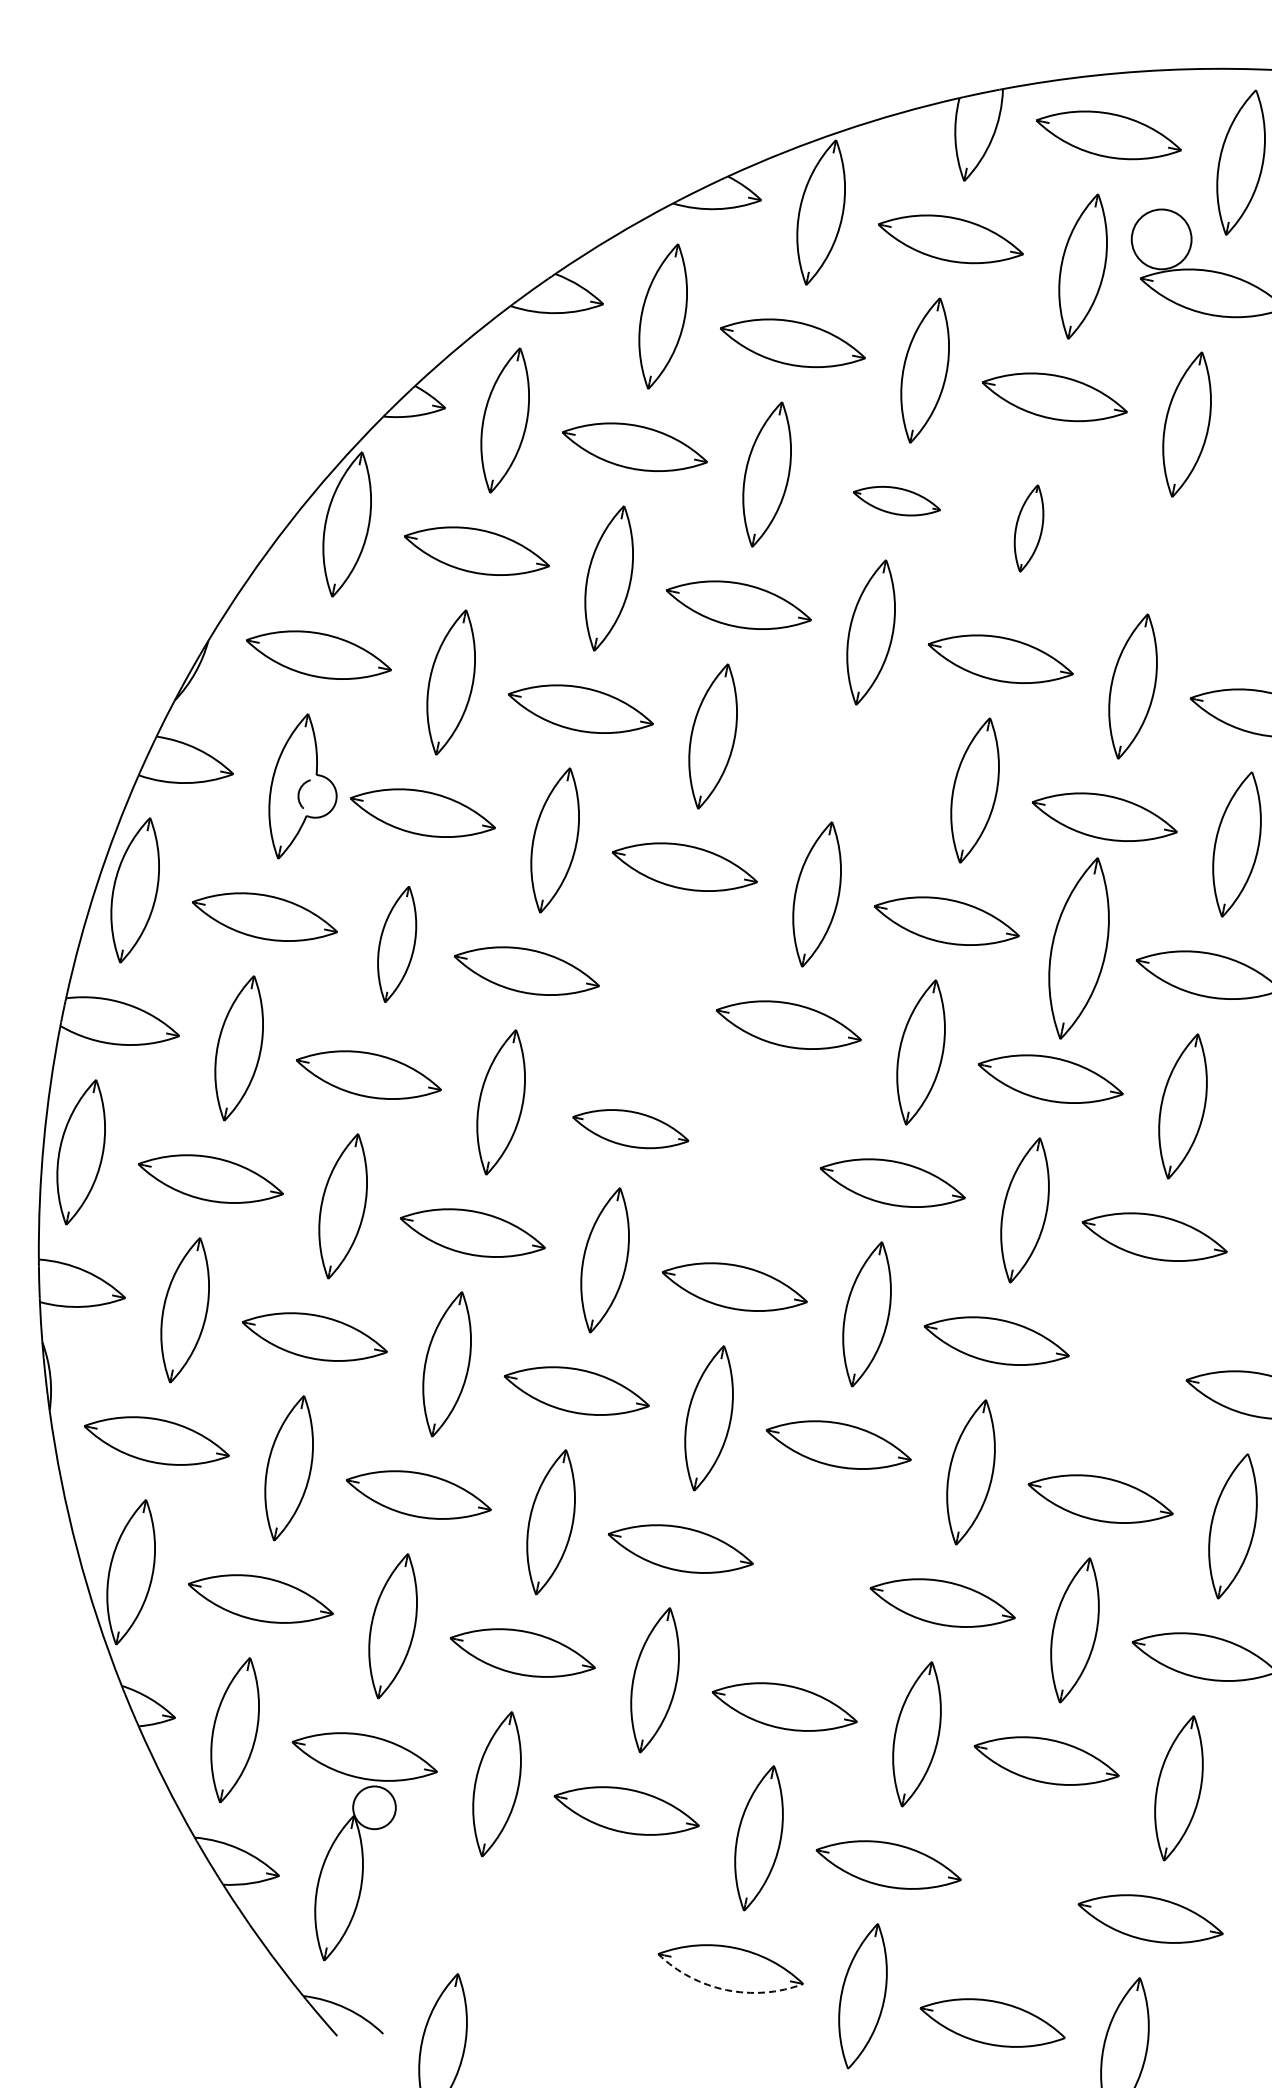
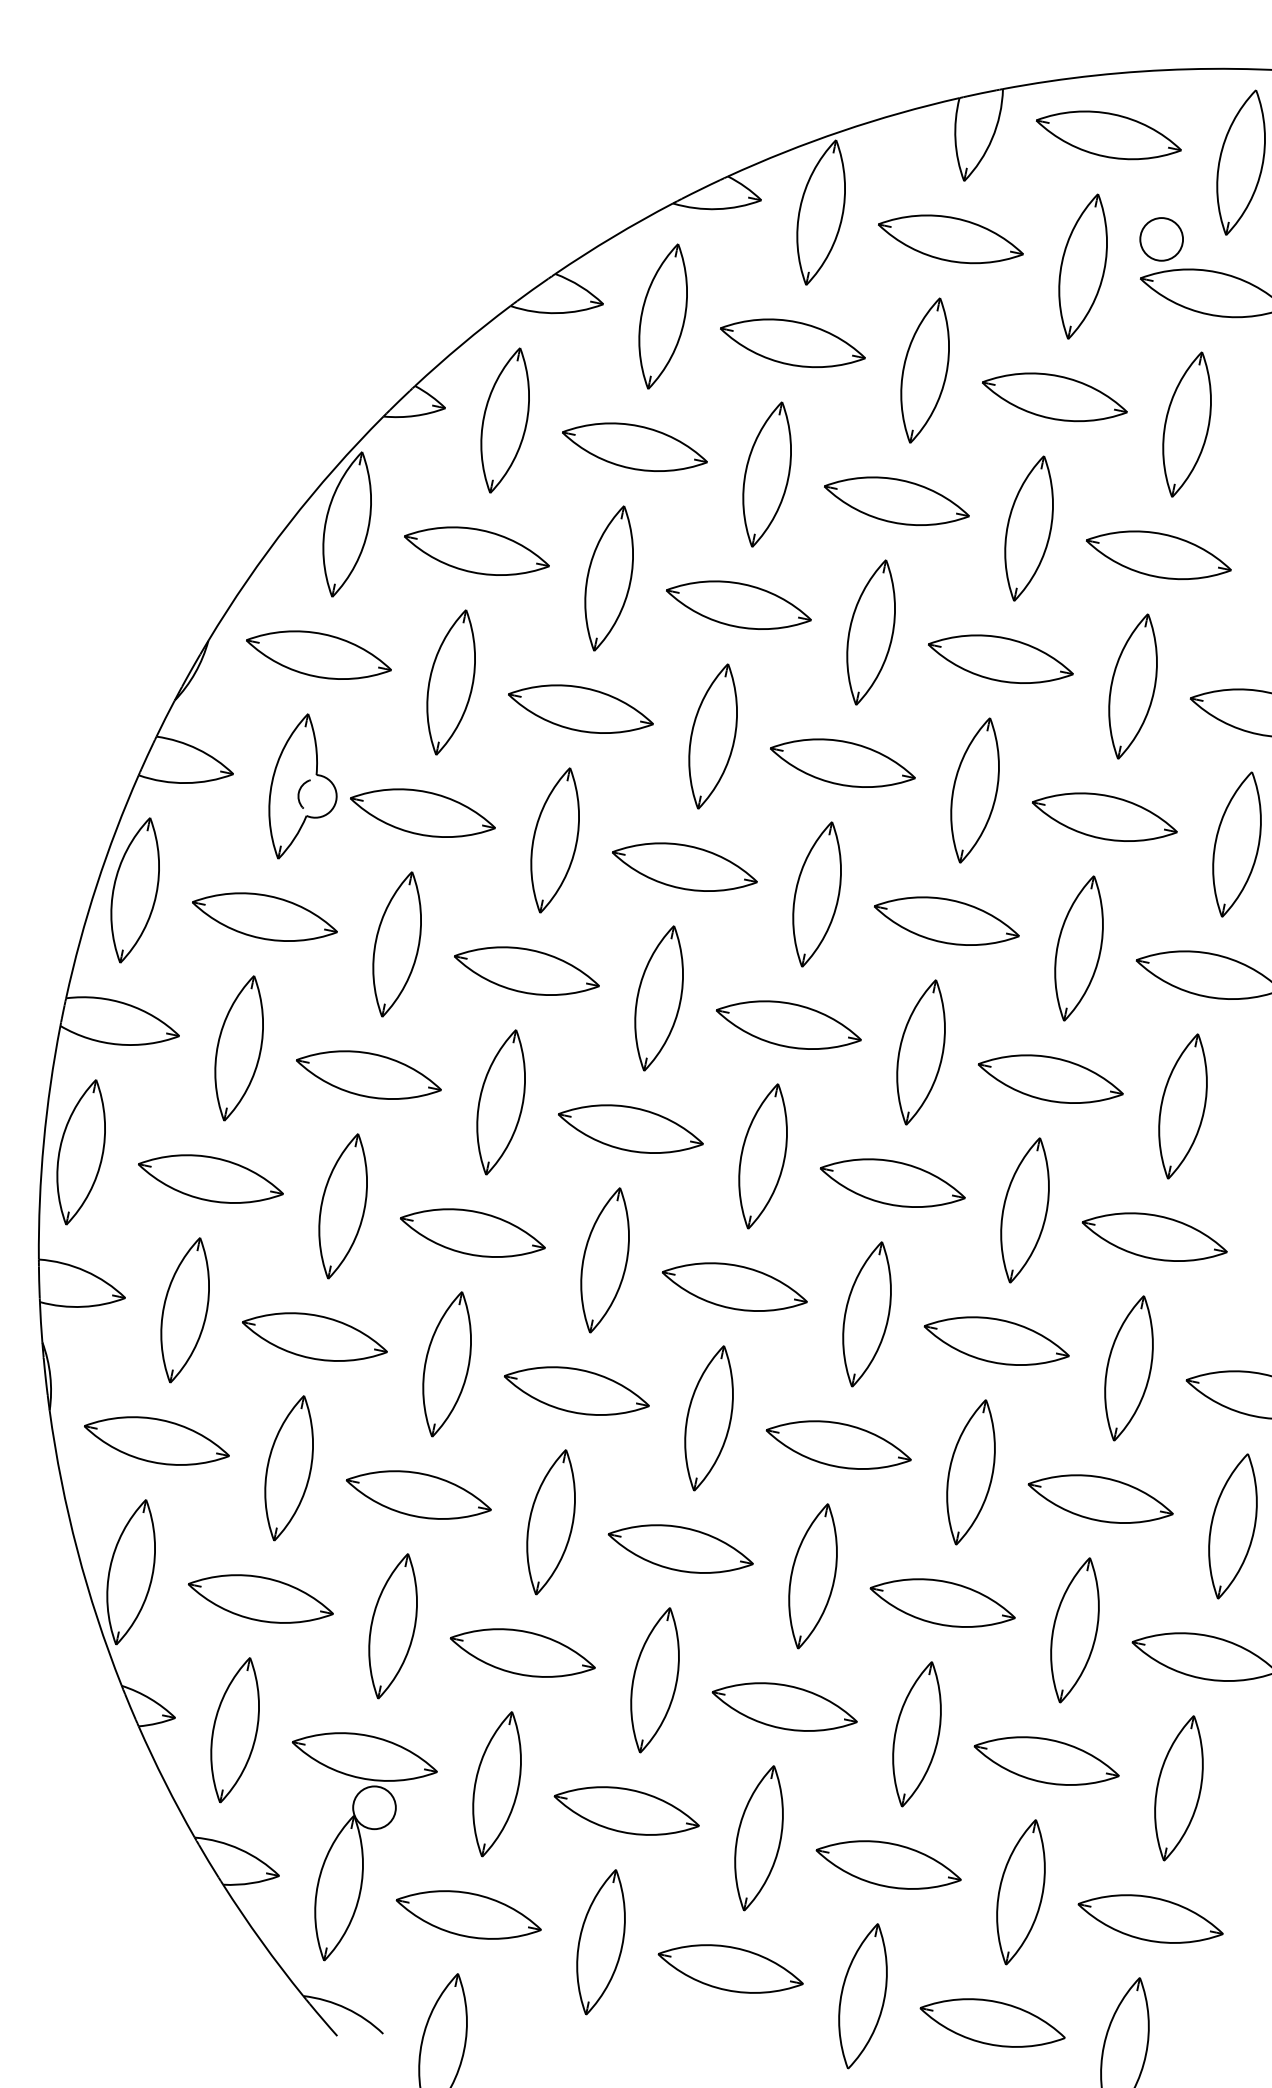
circle at (1161, 239) diameter: 60 px -> 43 px
part at (896, 501) size: 88x31 px -> 146x50 px
part at (1028, 528) size: 32x89 px -> 50x147 px
part at (1158, 555): none -> present
part at (842, 762): none -> present
part at (397, 944) size: 41x117 px -> 50x147 px
part at (1078, 948) size: 62x183 px -> 50x147 px
part at (658, 998): none -> present
part at (630, 1129) size: 118x41 px -> 146x50 px
part at (762, 1156): none -> present
part at (1128, 1368): none -> present
part at (812, 1576): none -> present
part at (1020, 1892): none -> present
part at (468, 1914): none -> present
part at (600, 1942): none -> present
arc at (726, 1990): dashed -> solid
